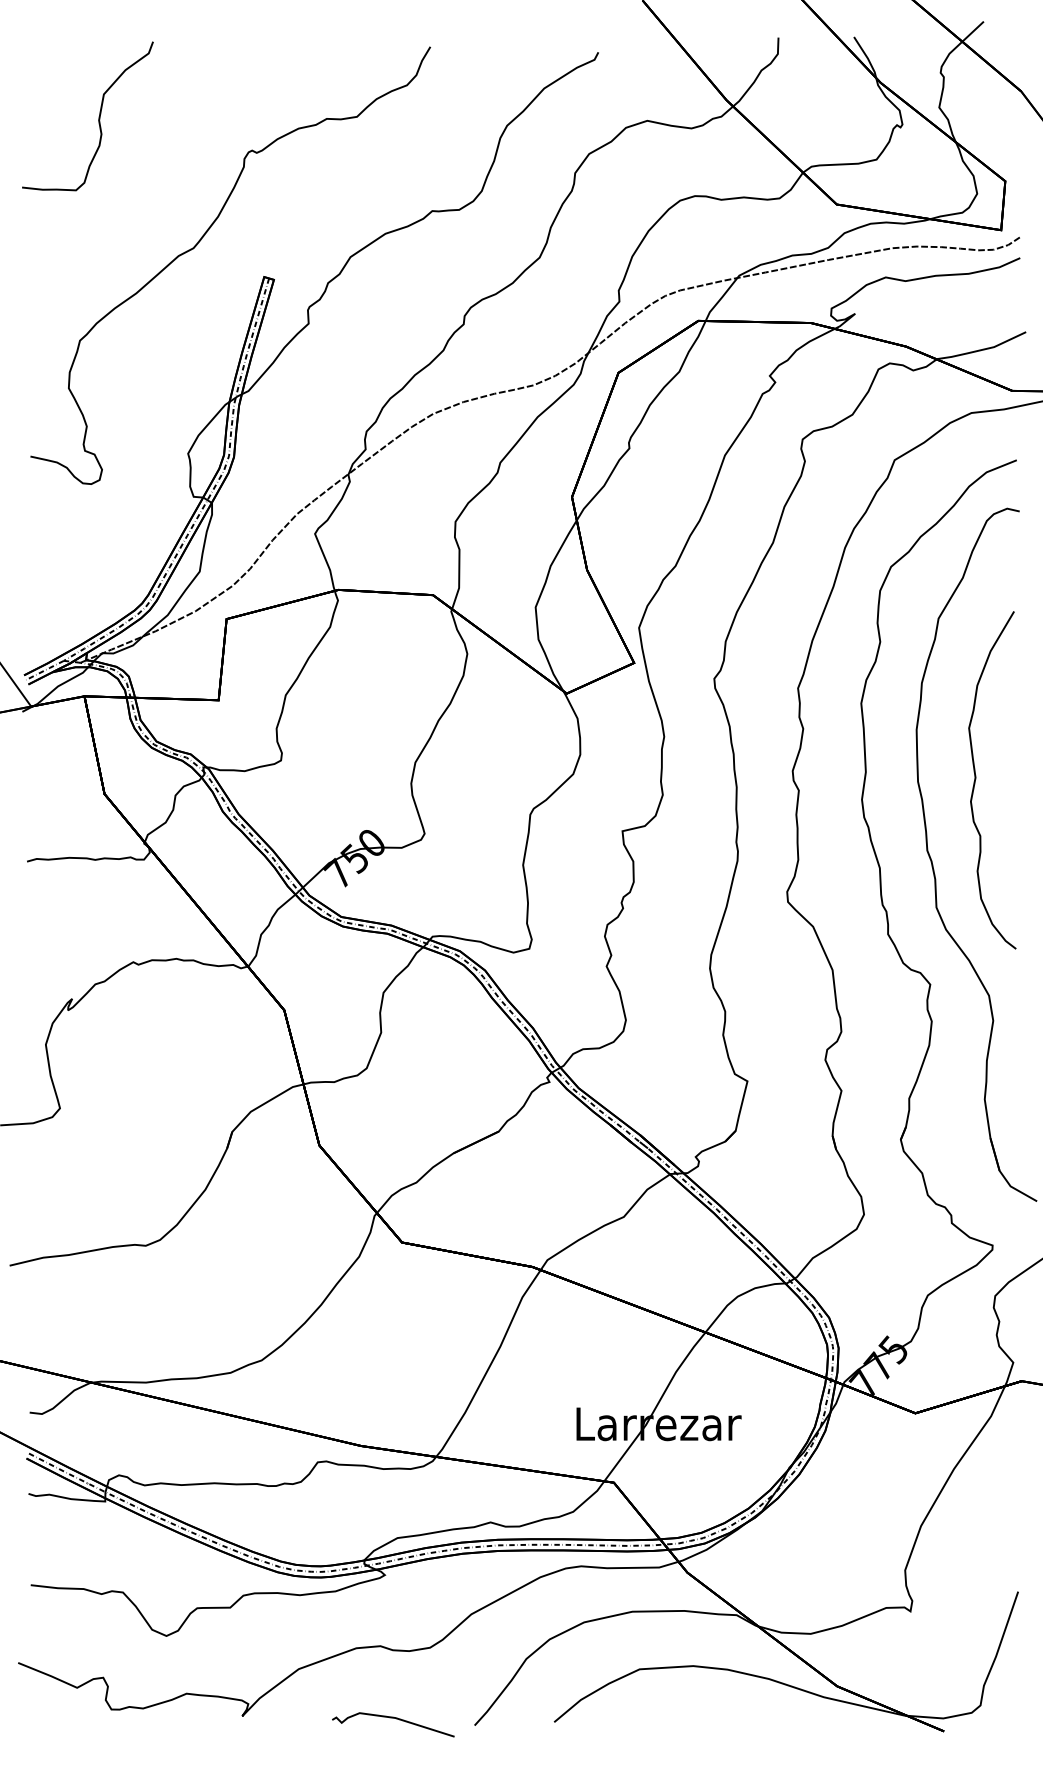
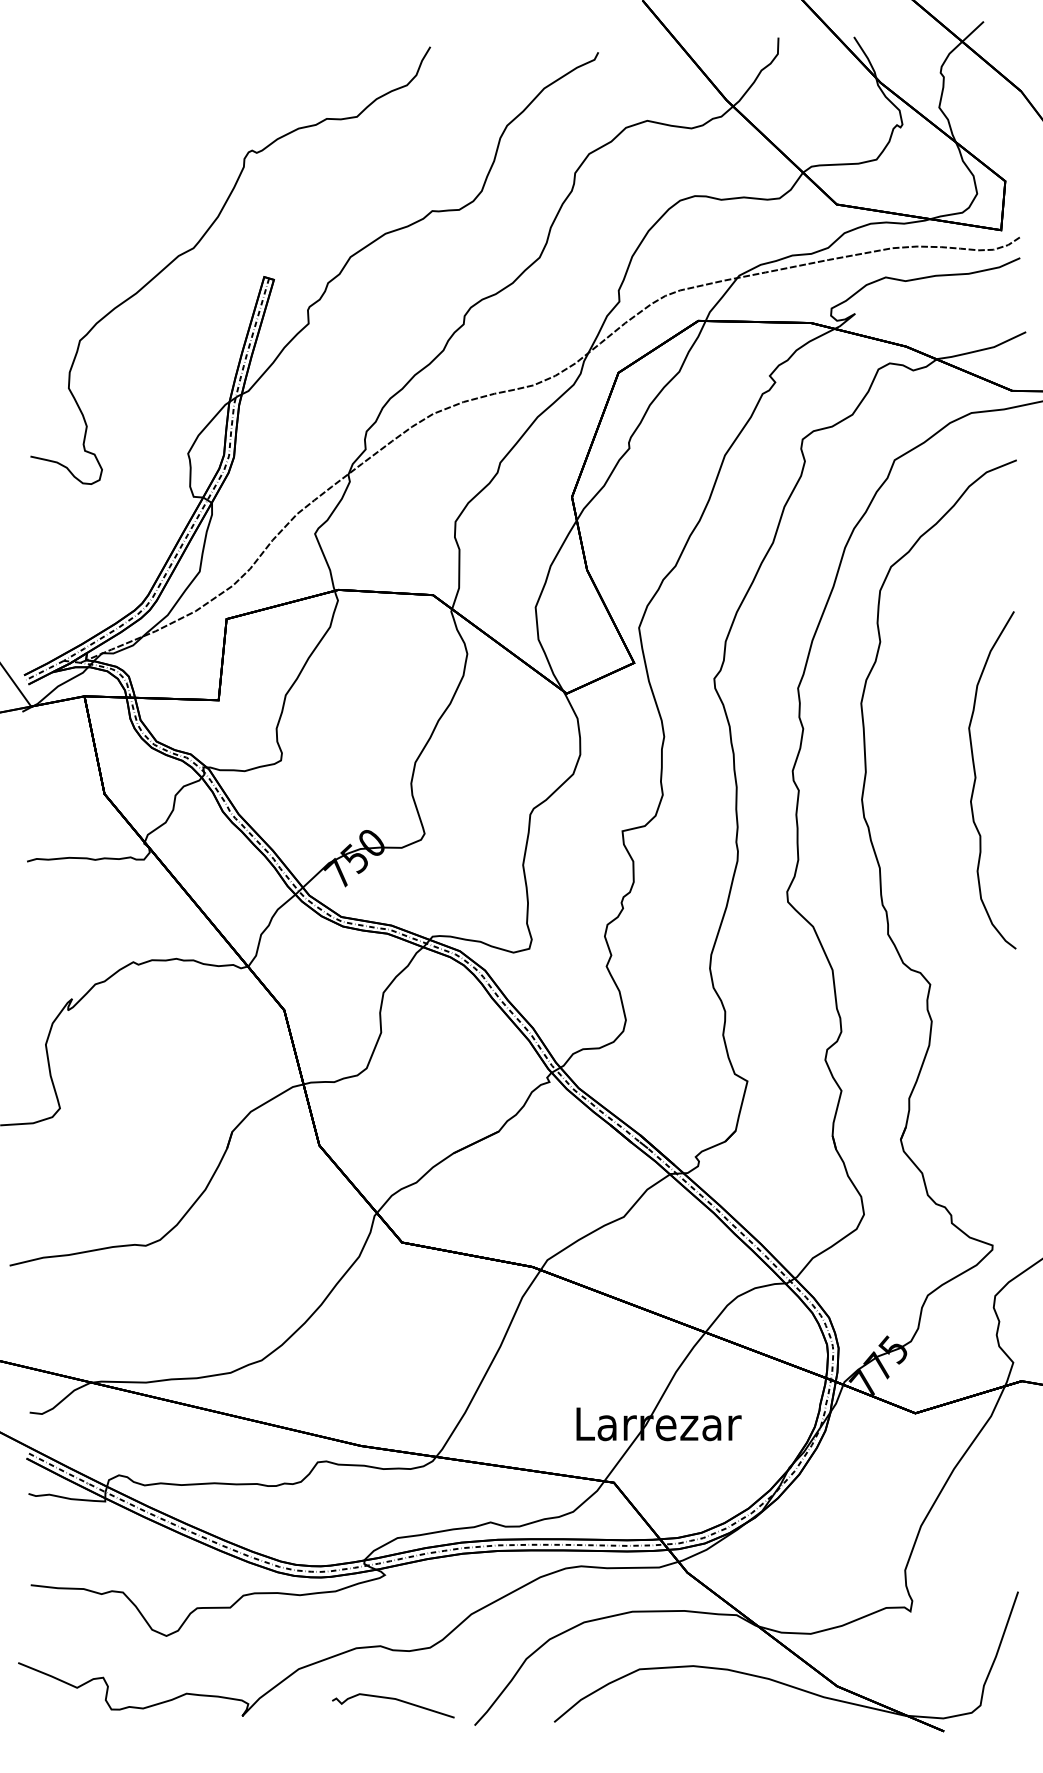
curve at (98, 116): present -> none
part at (933, 864): present -> none
curve at (396, 1719) position: (396, 1719) -> (396, 1700)
